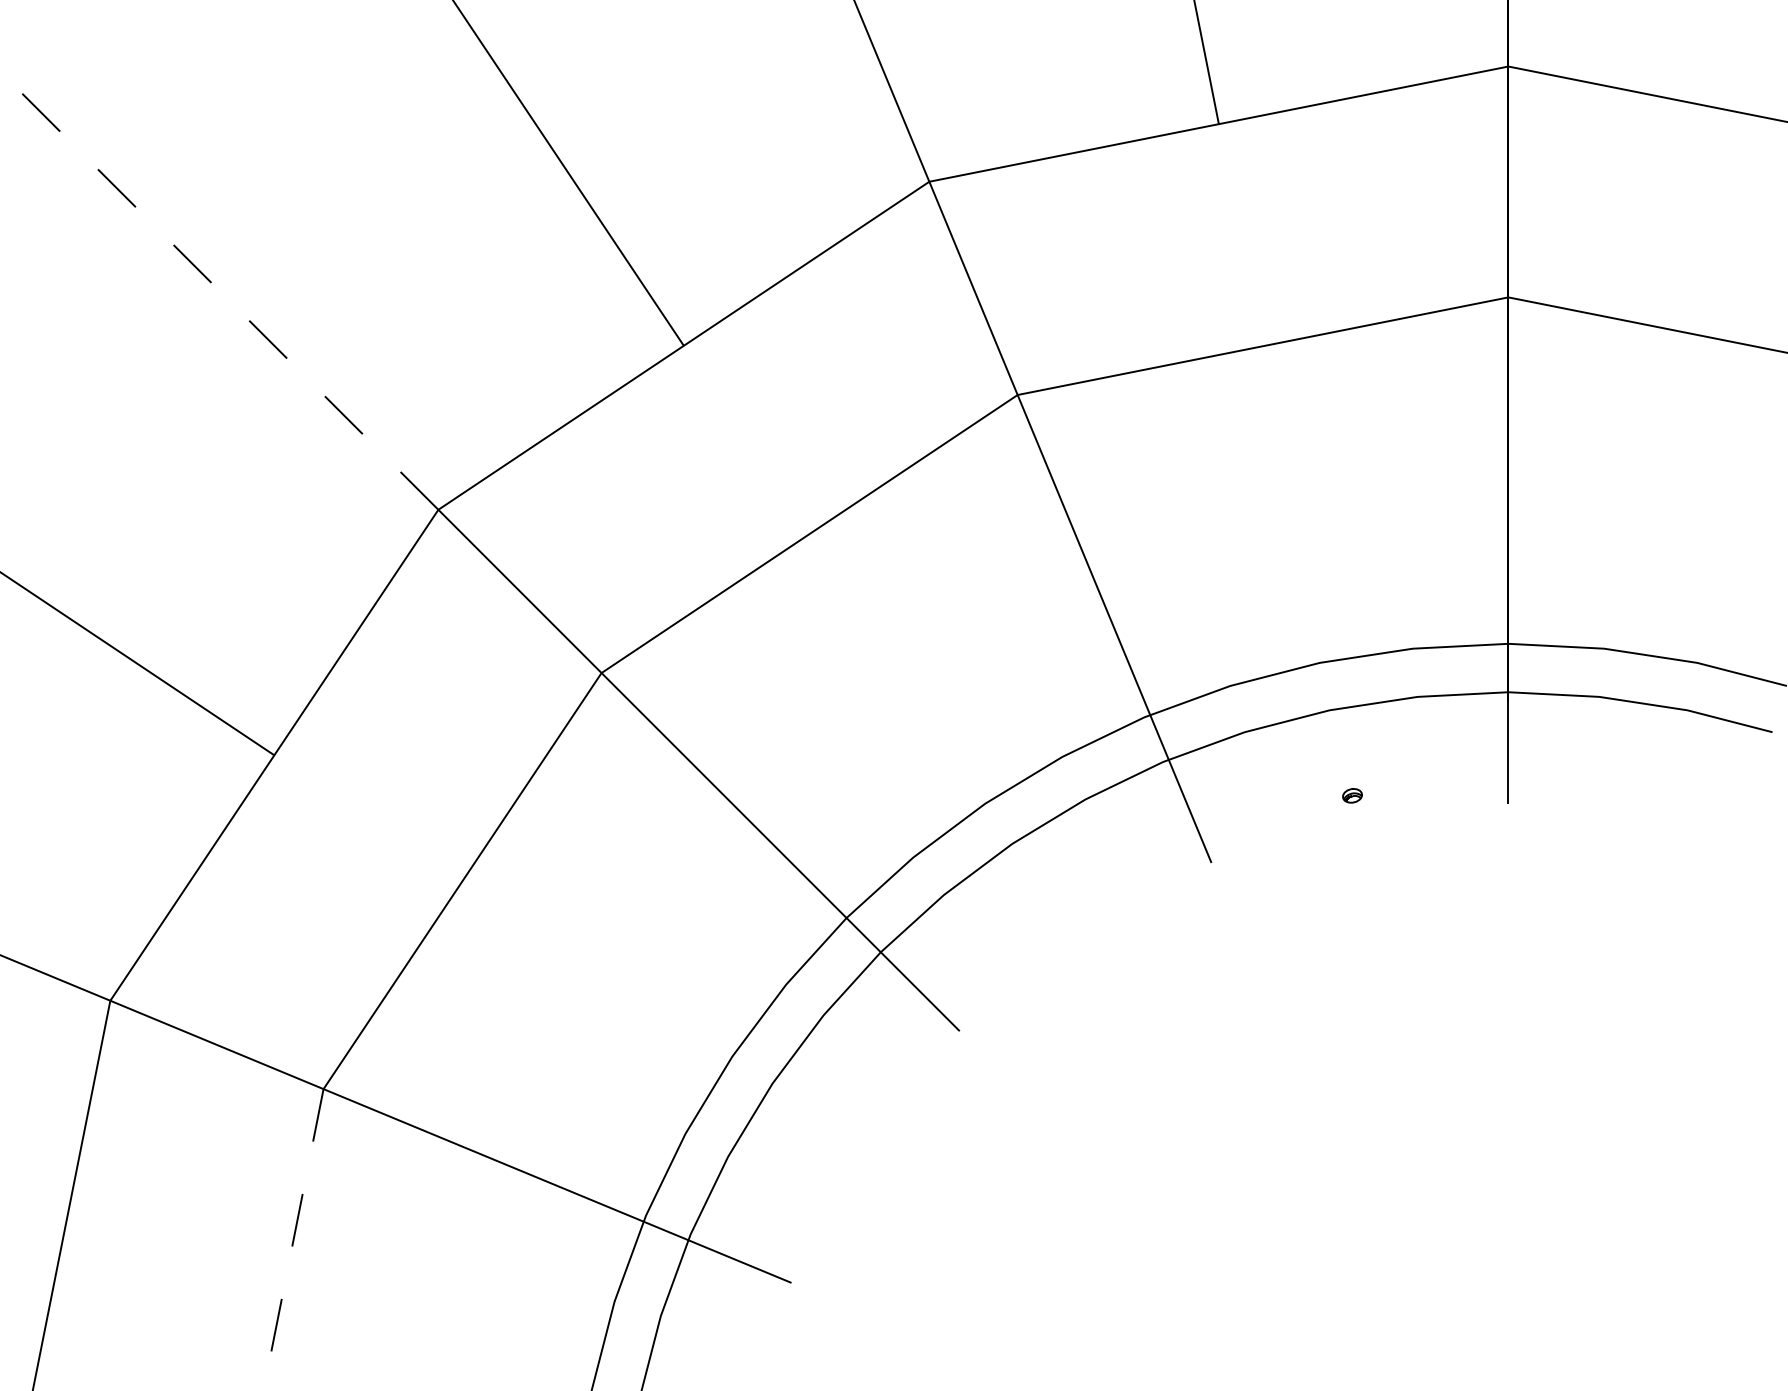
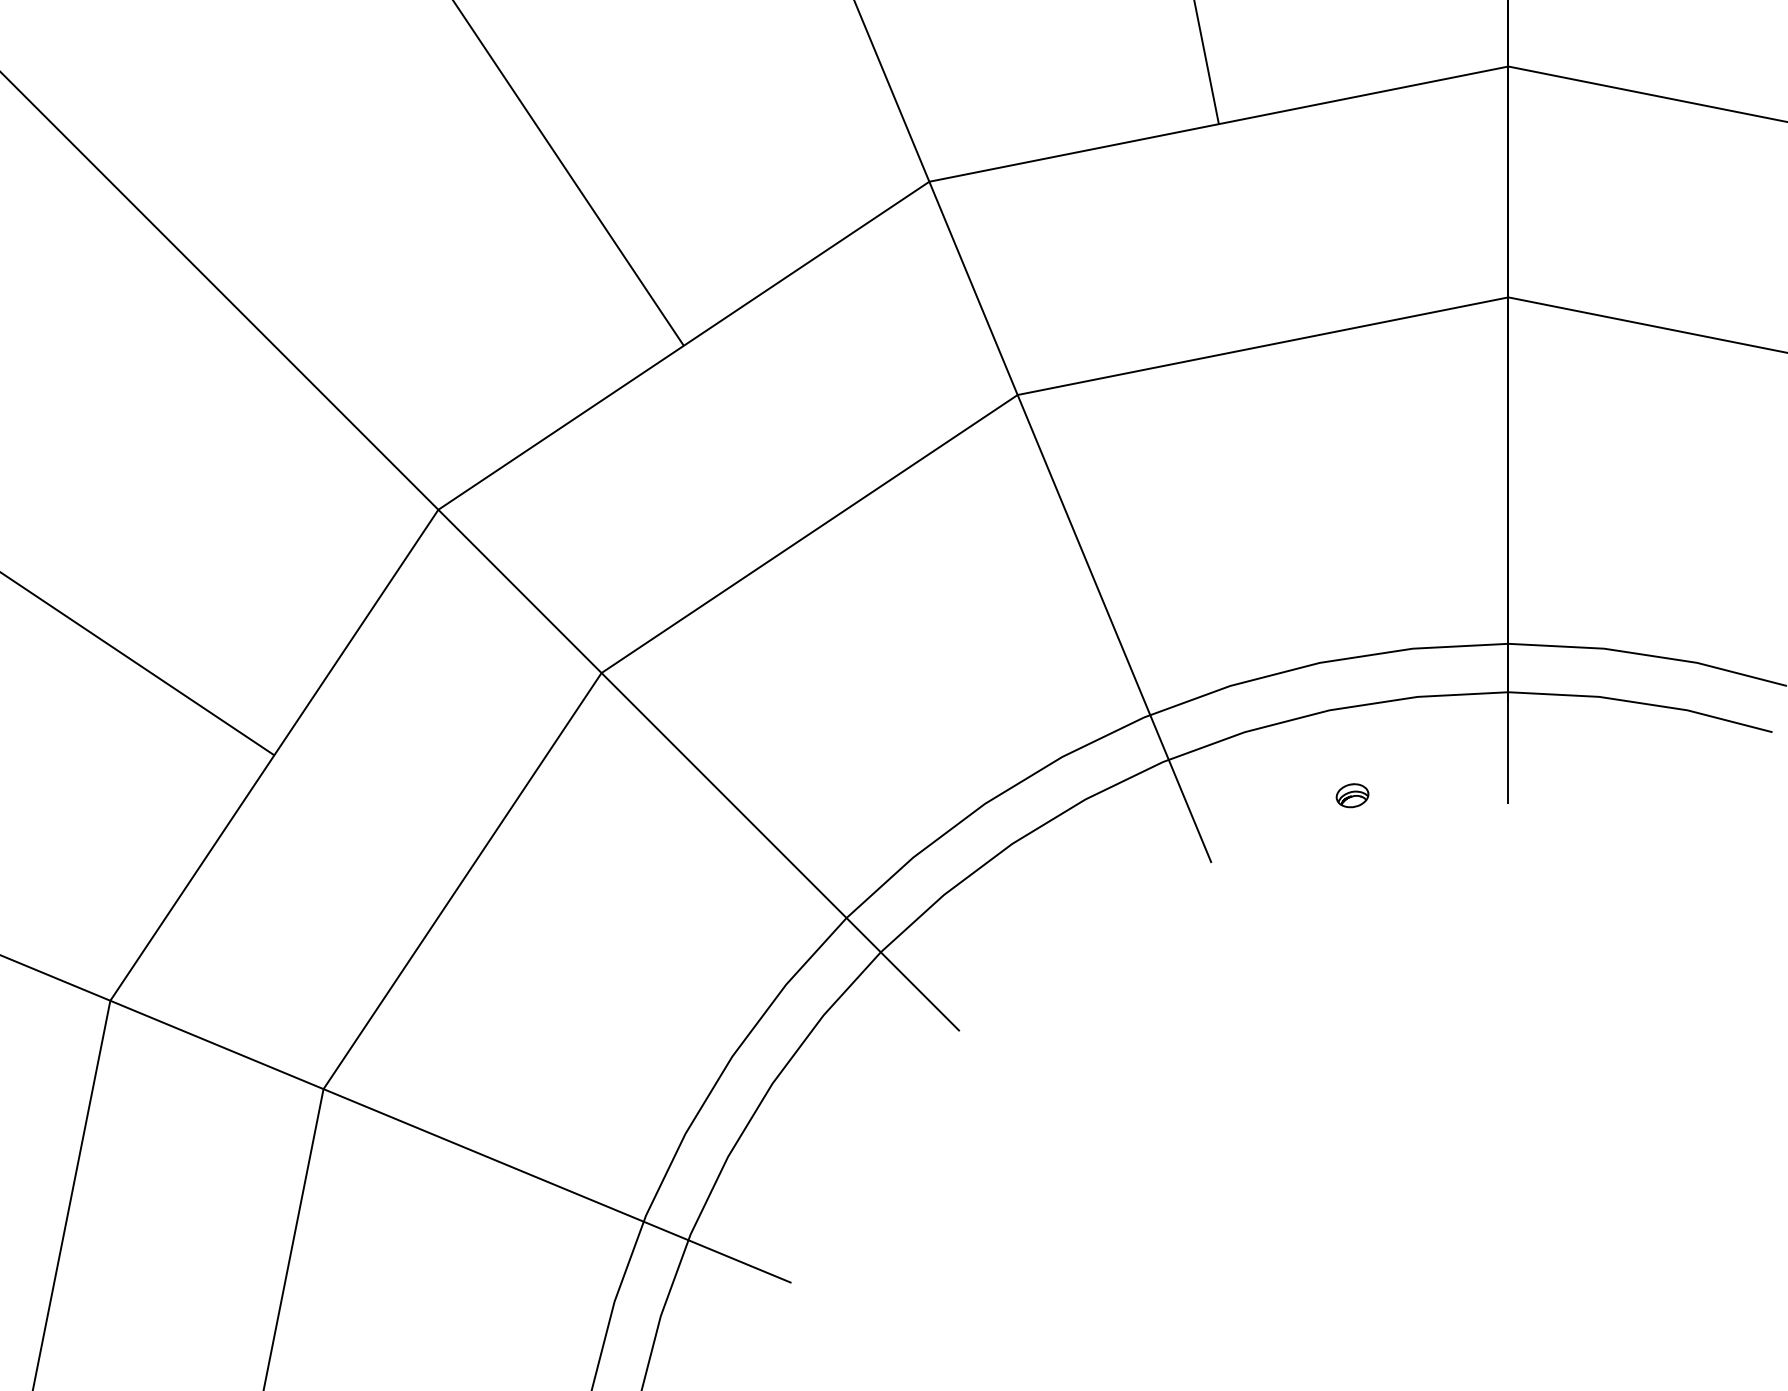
line at (219, 290): dashed -> solid
part at (1352, 795) size: 21x16 px -> 35x26 px
line at (293, 1239): dashed -> solid
